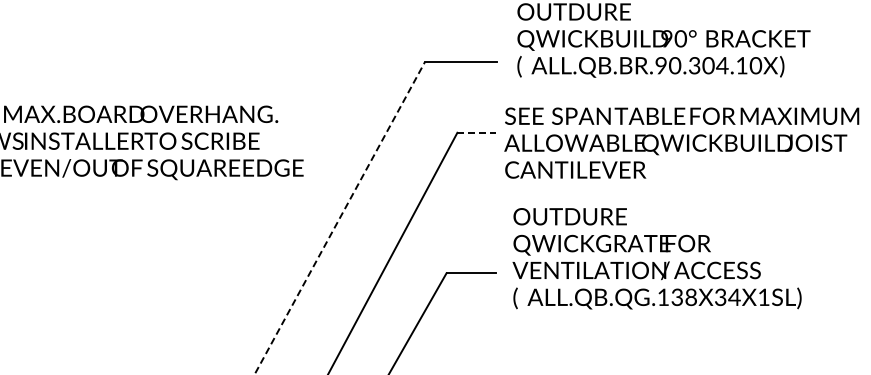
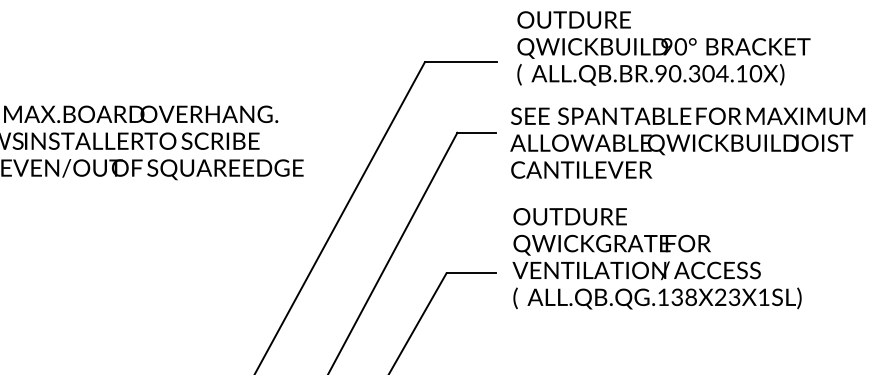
text at (663, 40) position: (663, 40) -> (663, 48)
line at (476, 132): dashed -> solid
text at (681, 142) position: (681, 142) -> (687, 142)
line at (339, 218): dashed -> solid
text at (727, 297): ALL.QB.QG.138X34X1SL) -> ALL.QB.QG.138X23X1SL)
